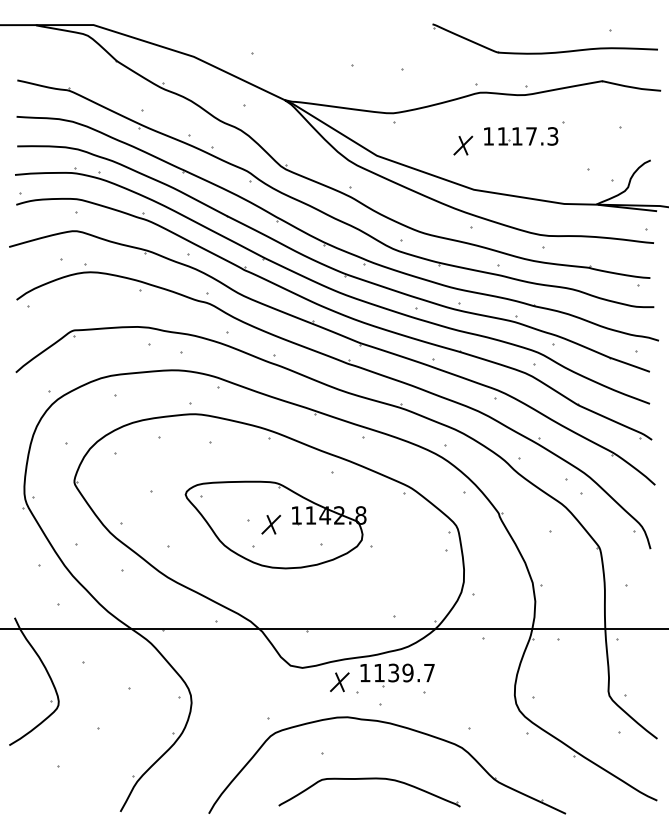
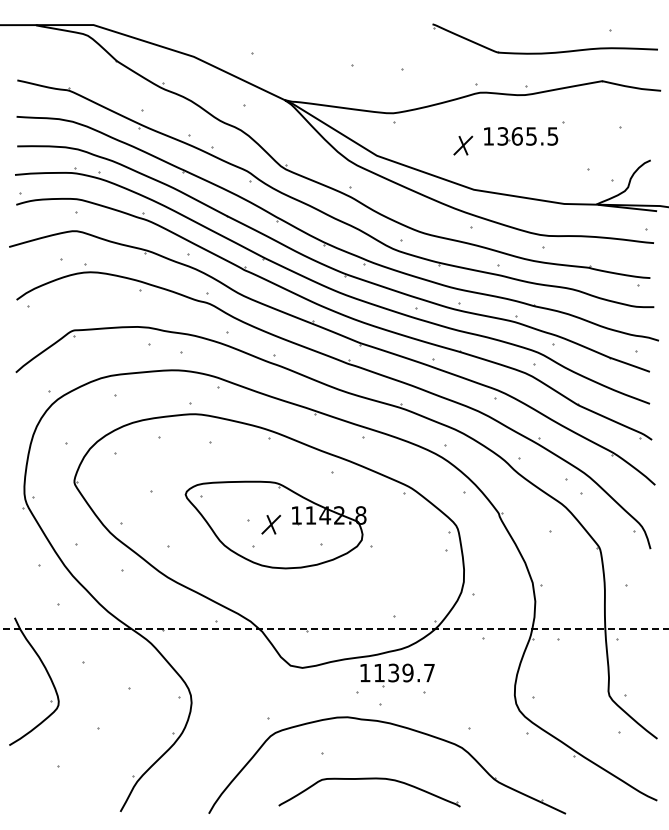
text at (527, 136): 1117.3 -> 1365.5
line at (334, 628): solid -> dashed
part at (339, 682): present -> none
